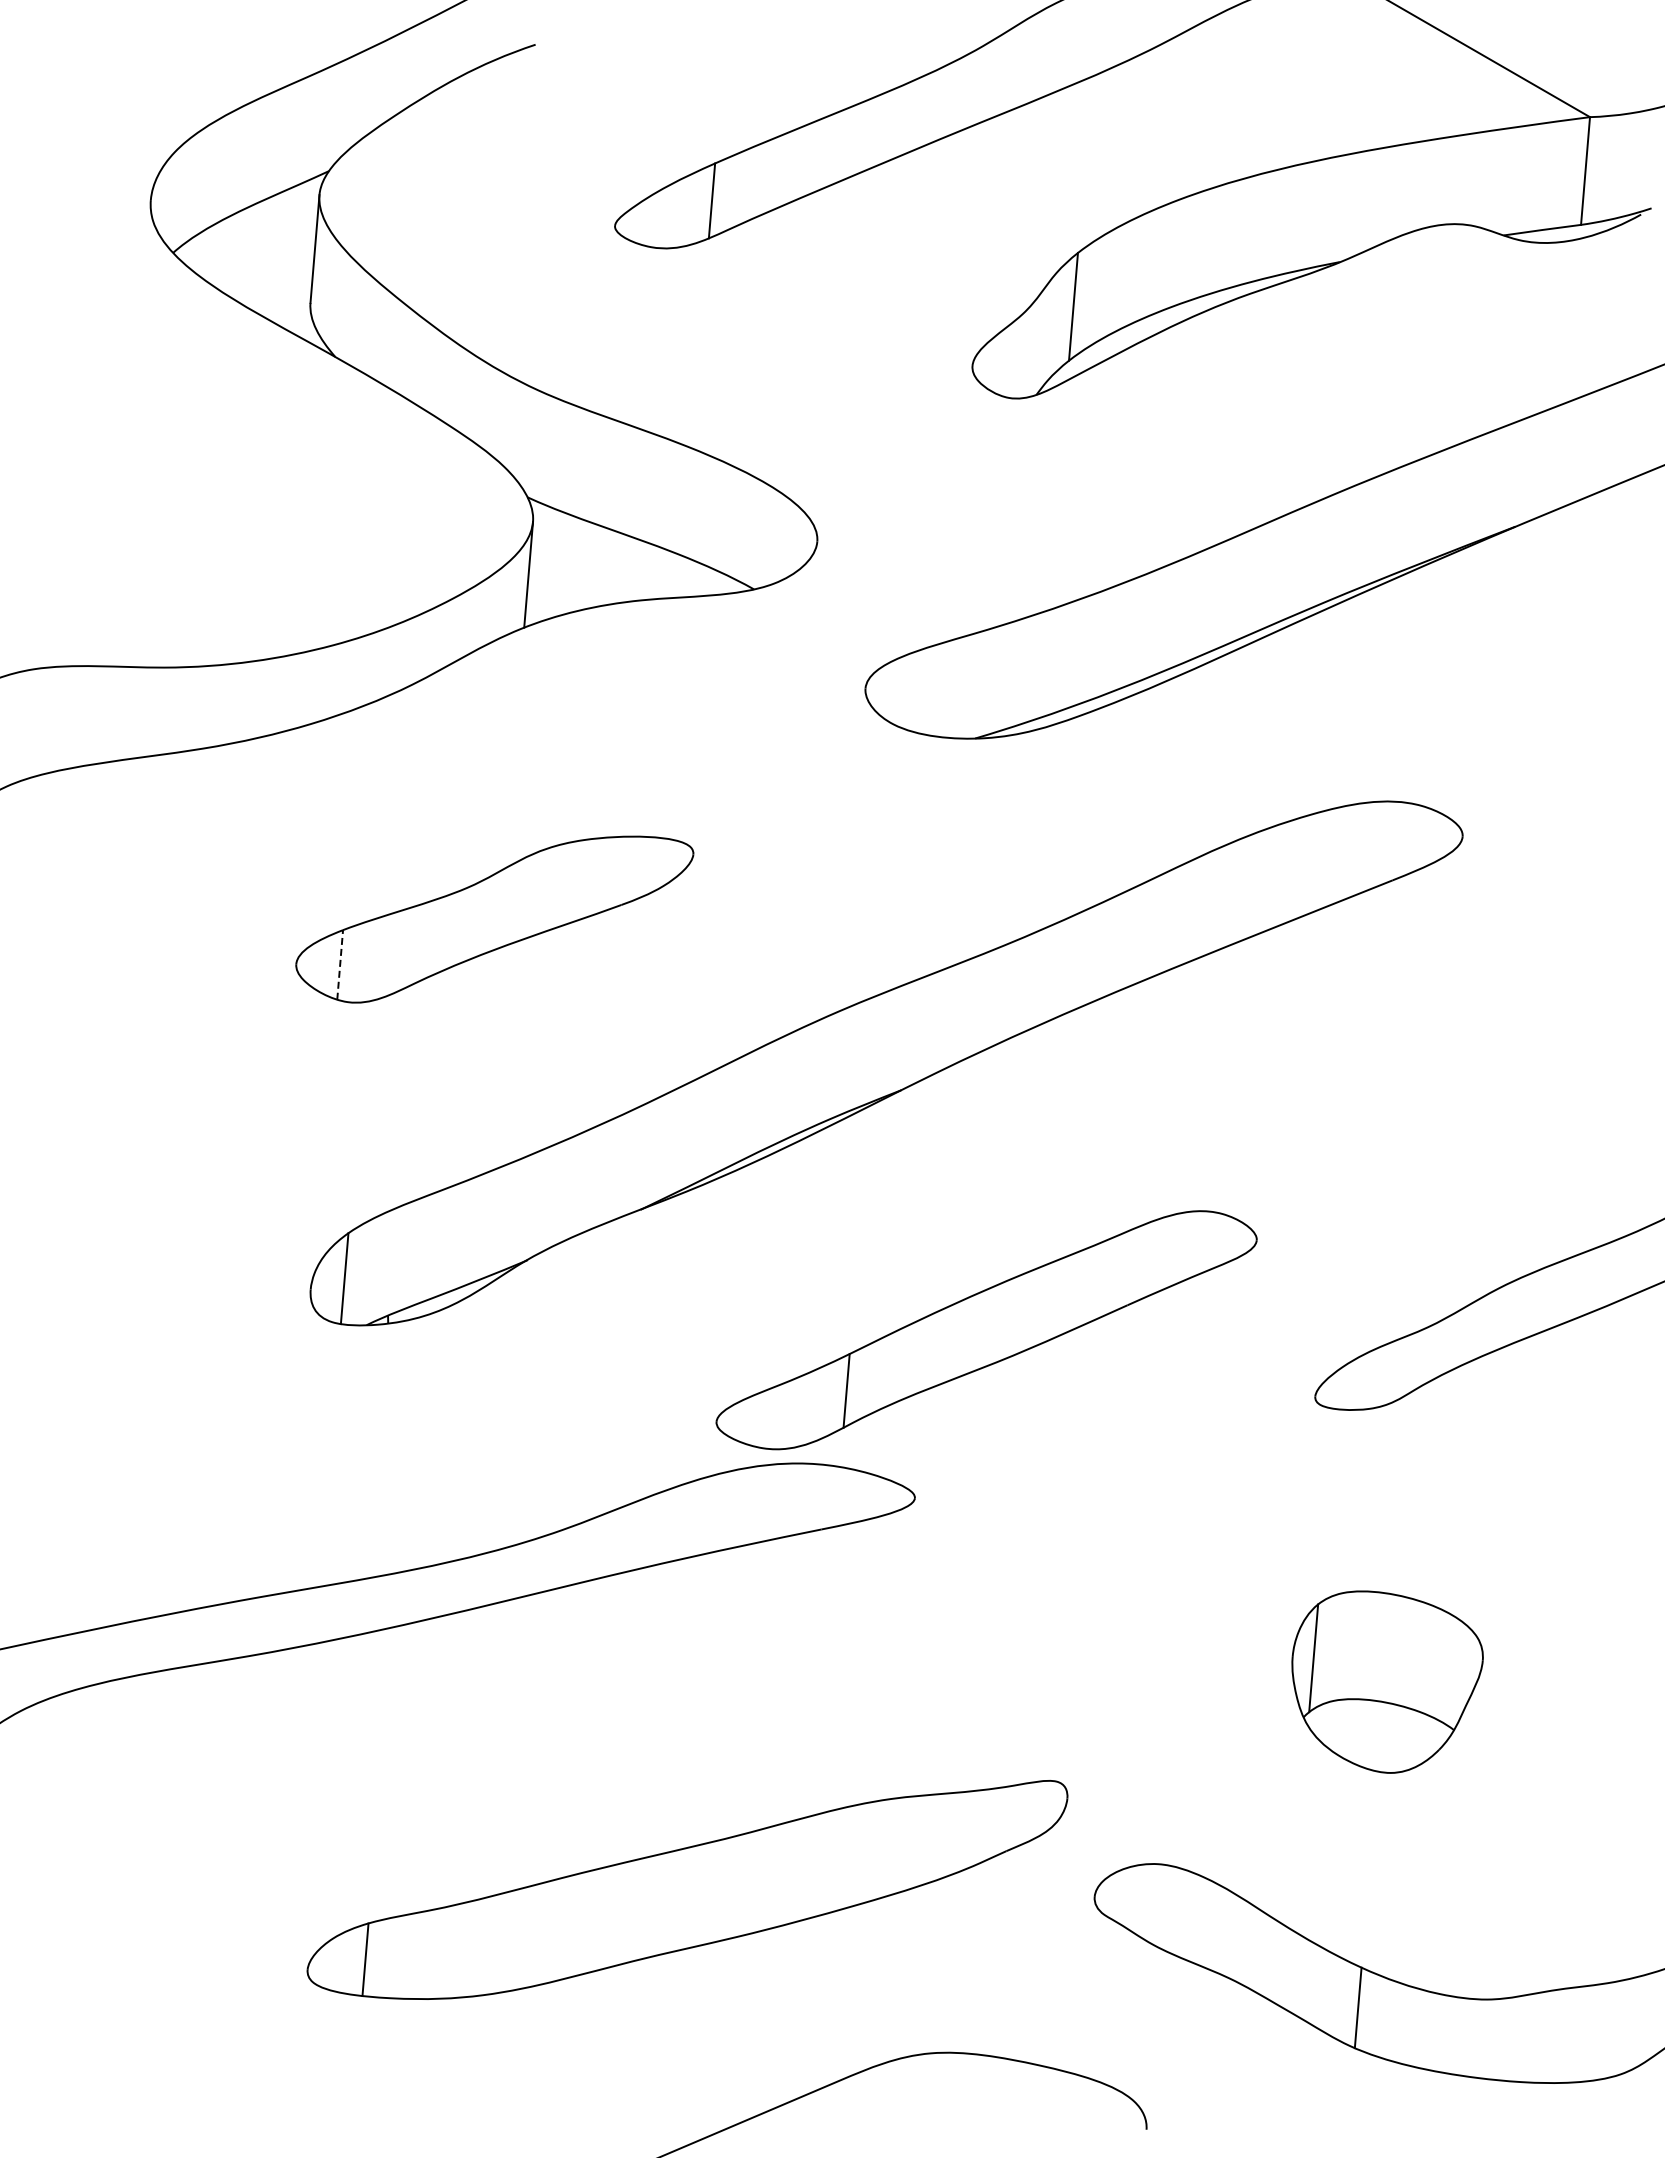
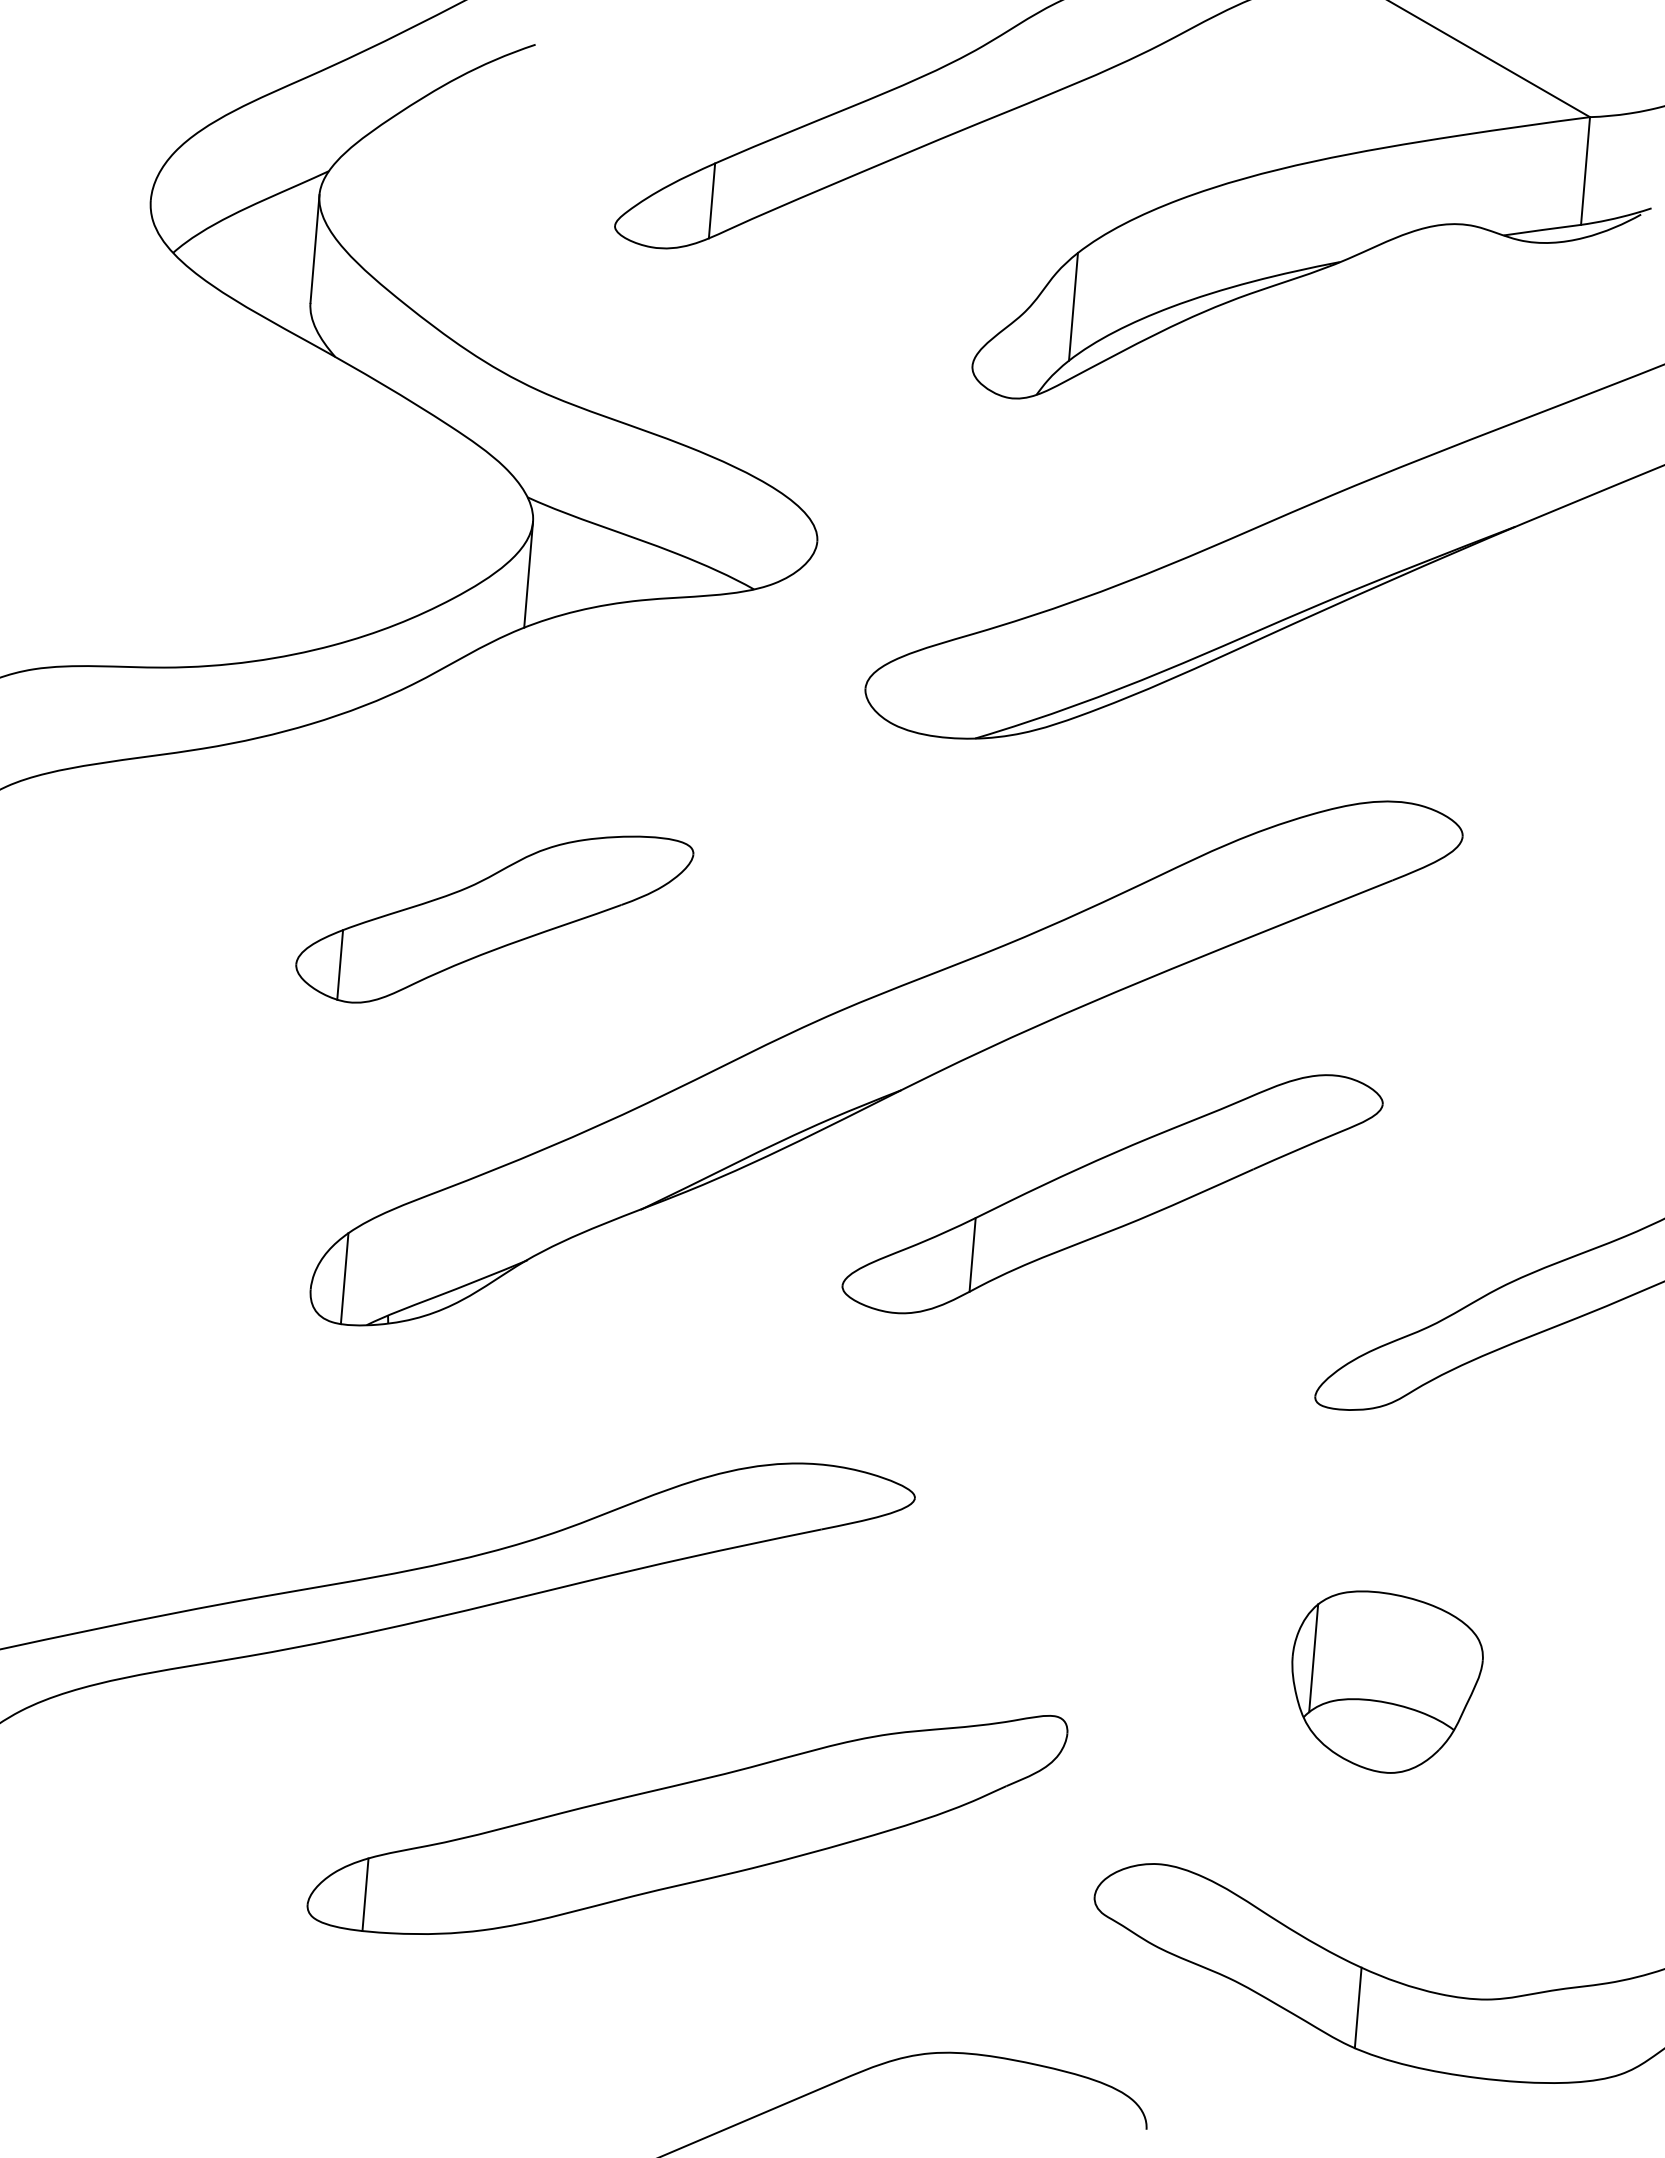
line at (340, 964): dashed -> solid
part at (986, 1330) position: (986, 1330) -> (1112, 1194)
part at (687, 1889) position: (687, 1889) -> (687, 1824)
